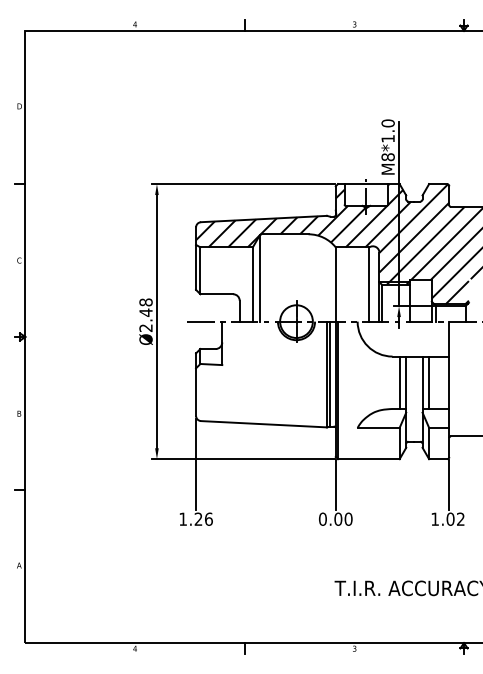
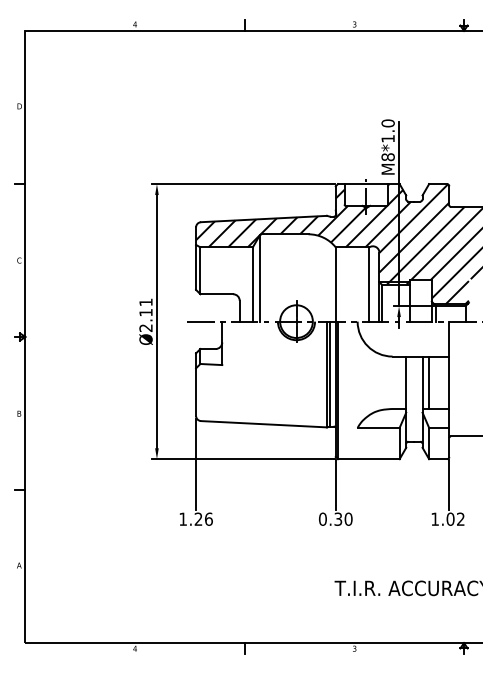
text at (145, 307): Ø2.48 -> Ø2.11
line at (399, 382): present -> none
text at (338, 518): 0.00 -> 0.30
